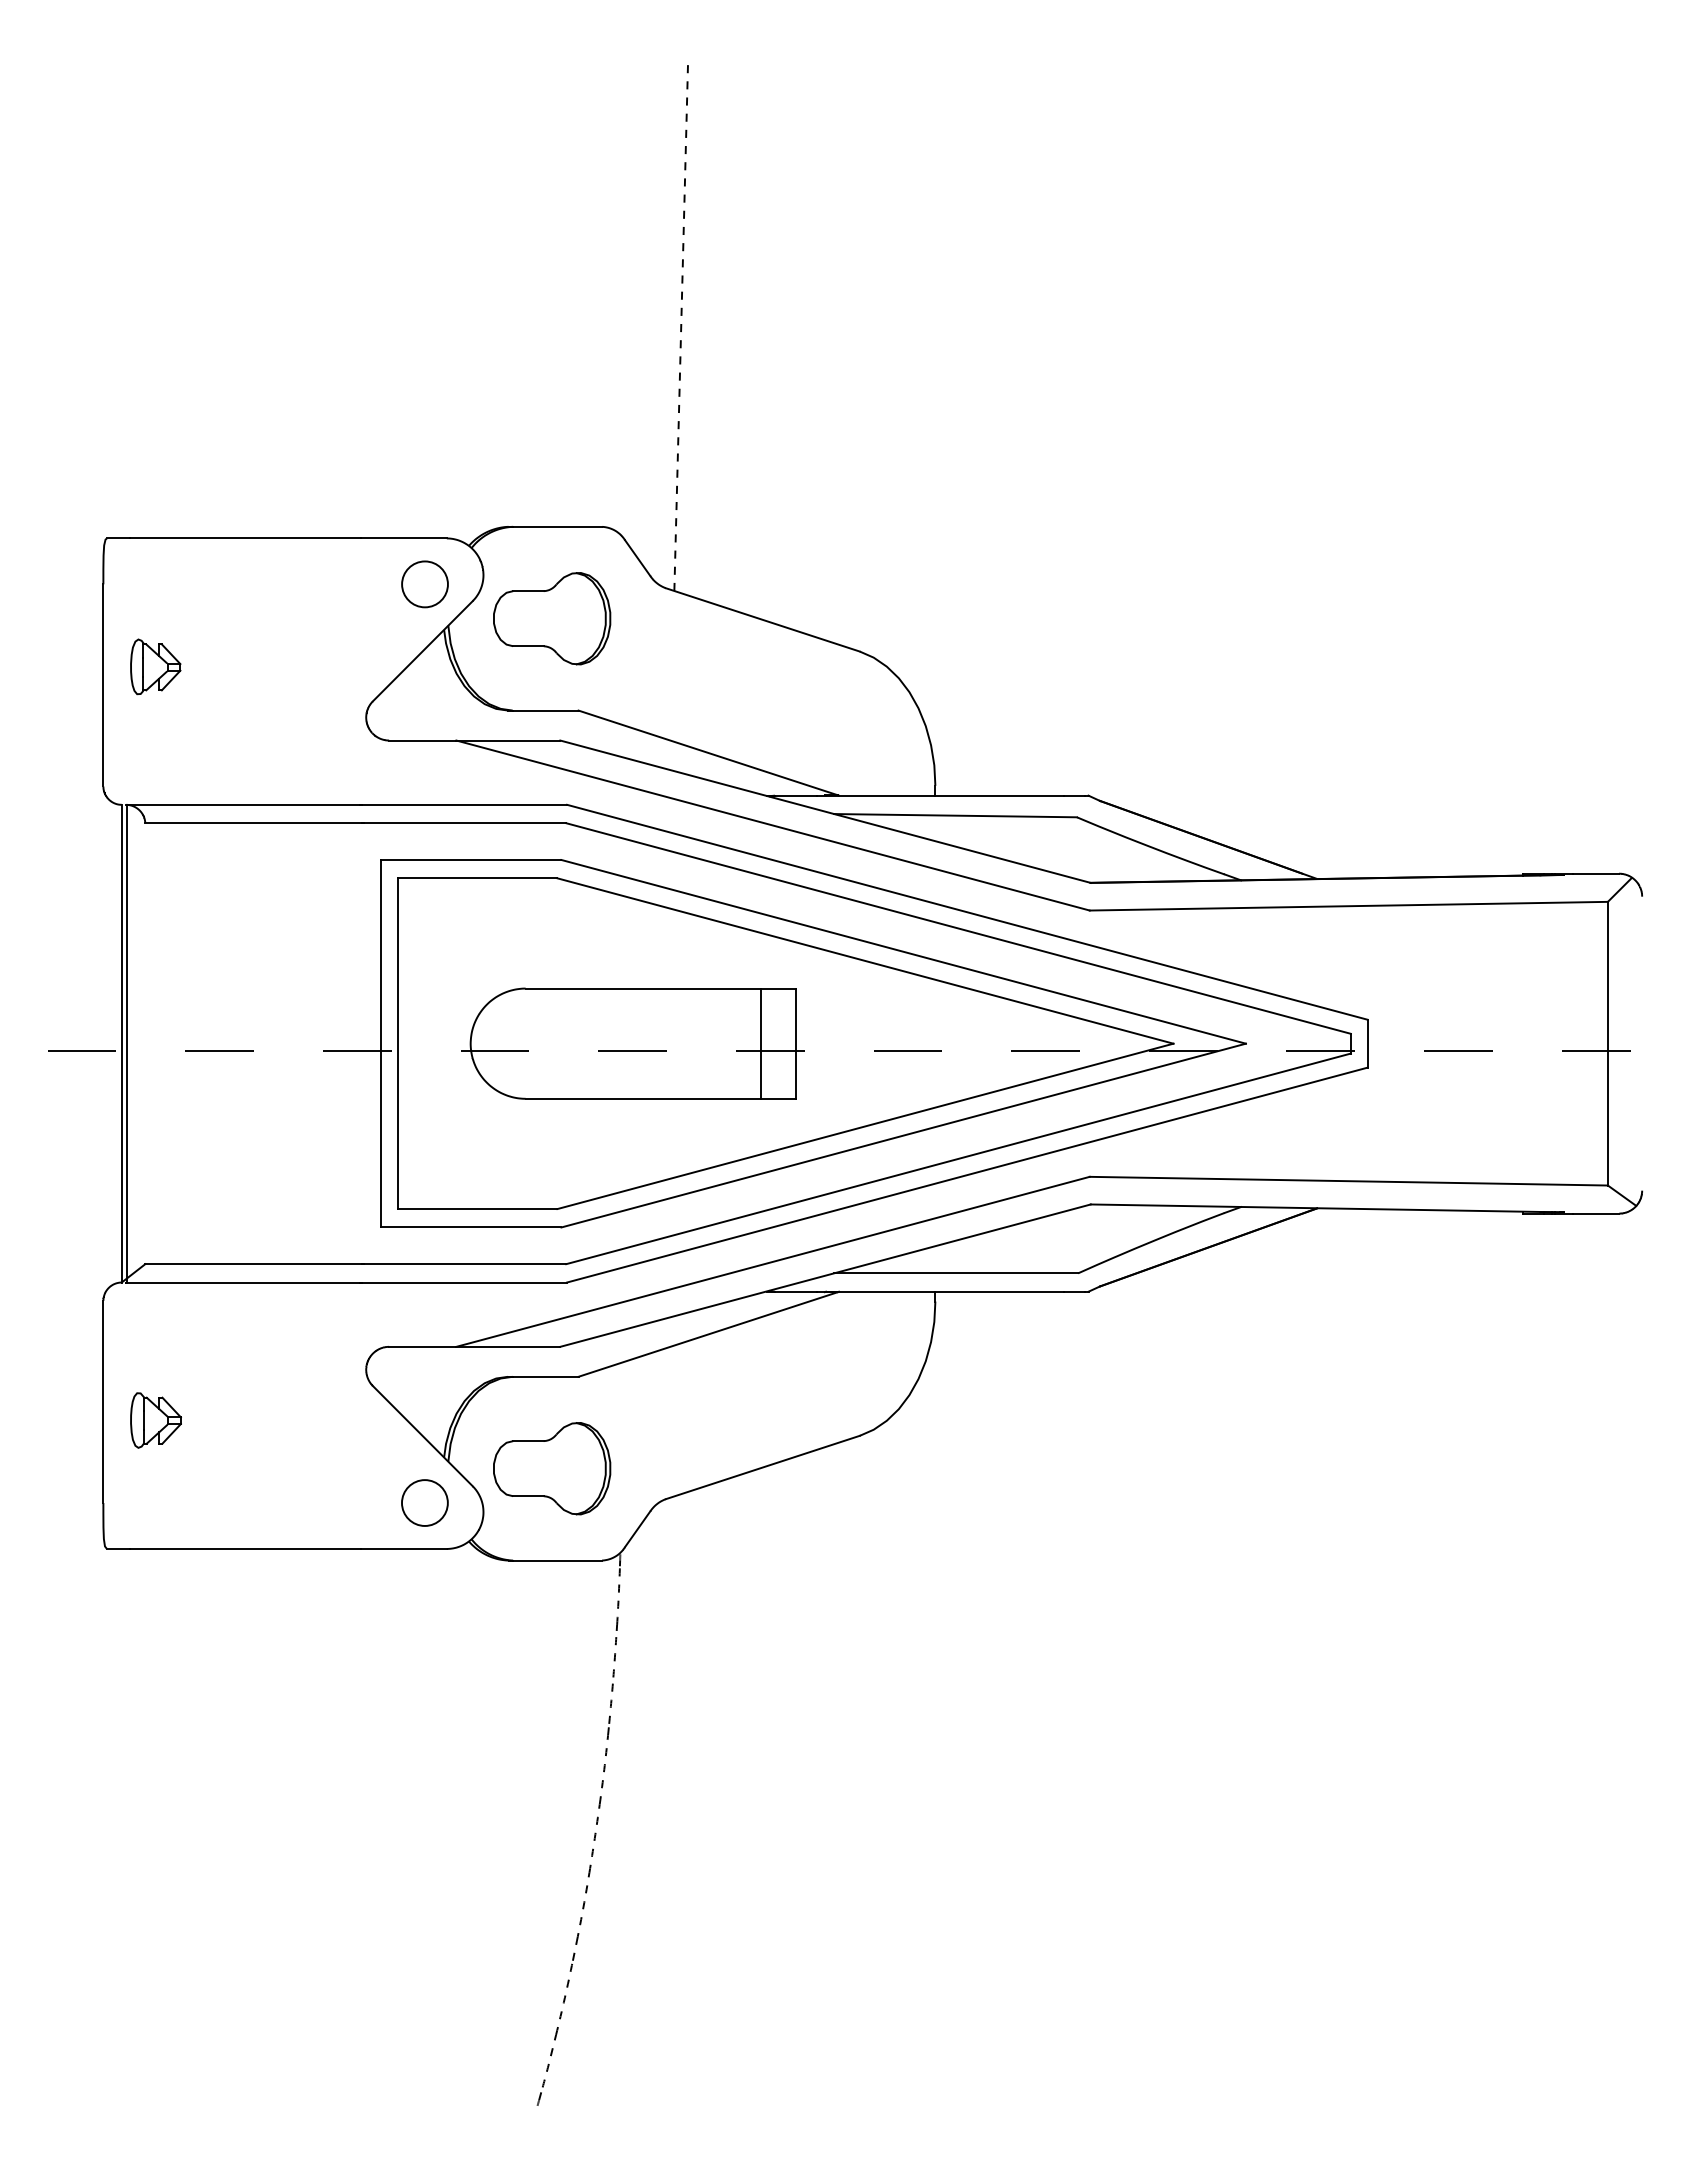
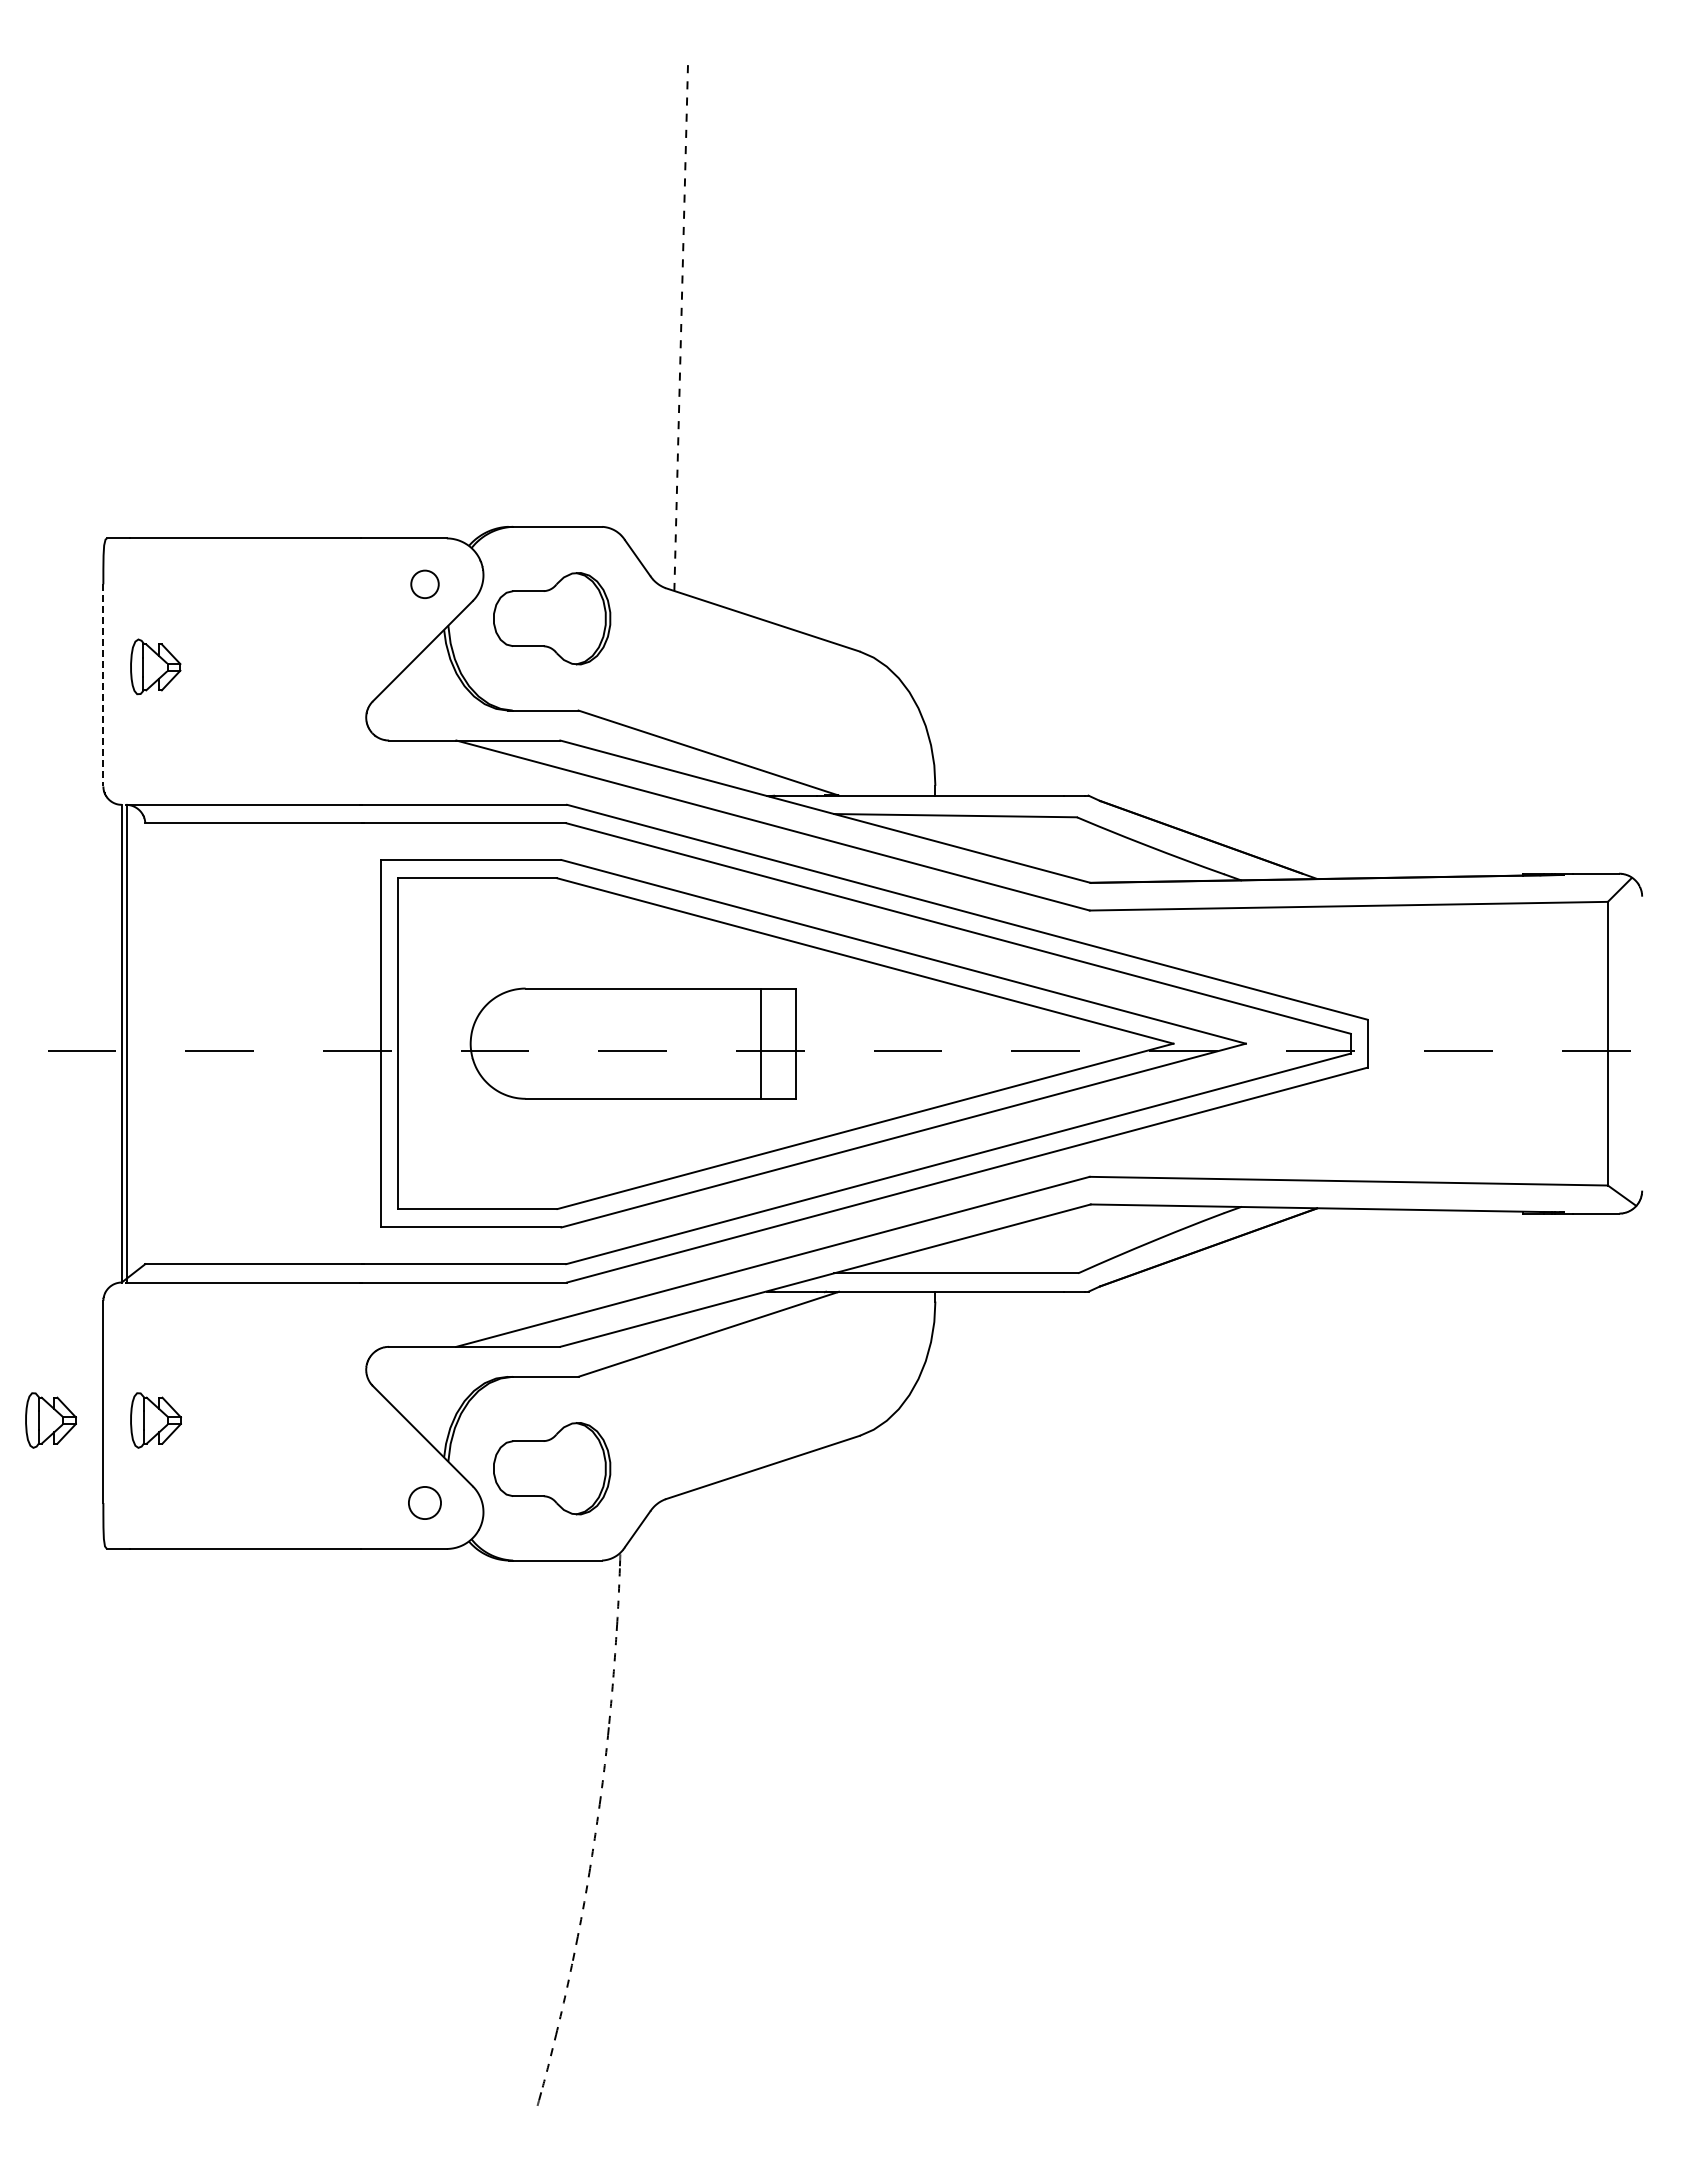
circle at (424, 584) diameter: 46 px -> 28 px
line at (103, 685): solid -> dashed
part at (50, 1420): none -> present
circle at (424, 1502) size: 48x48 px -> 34x34 px
